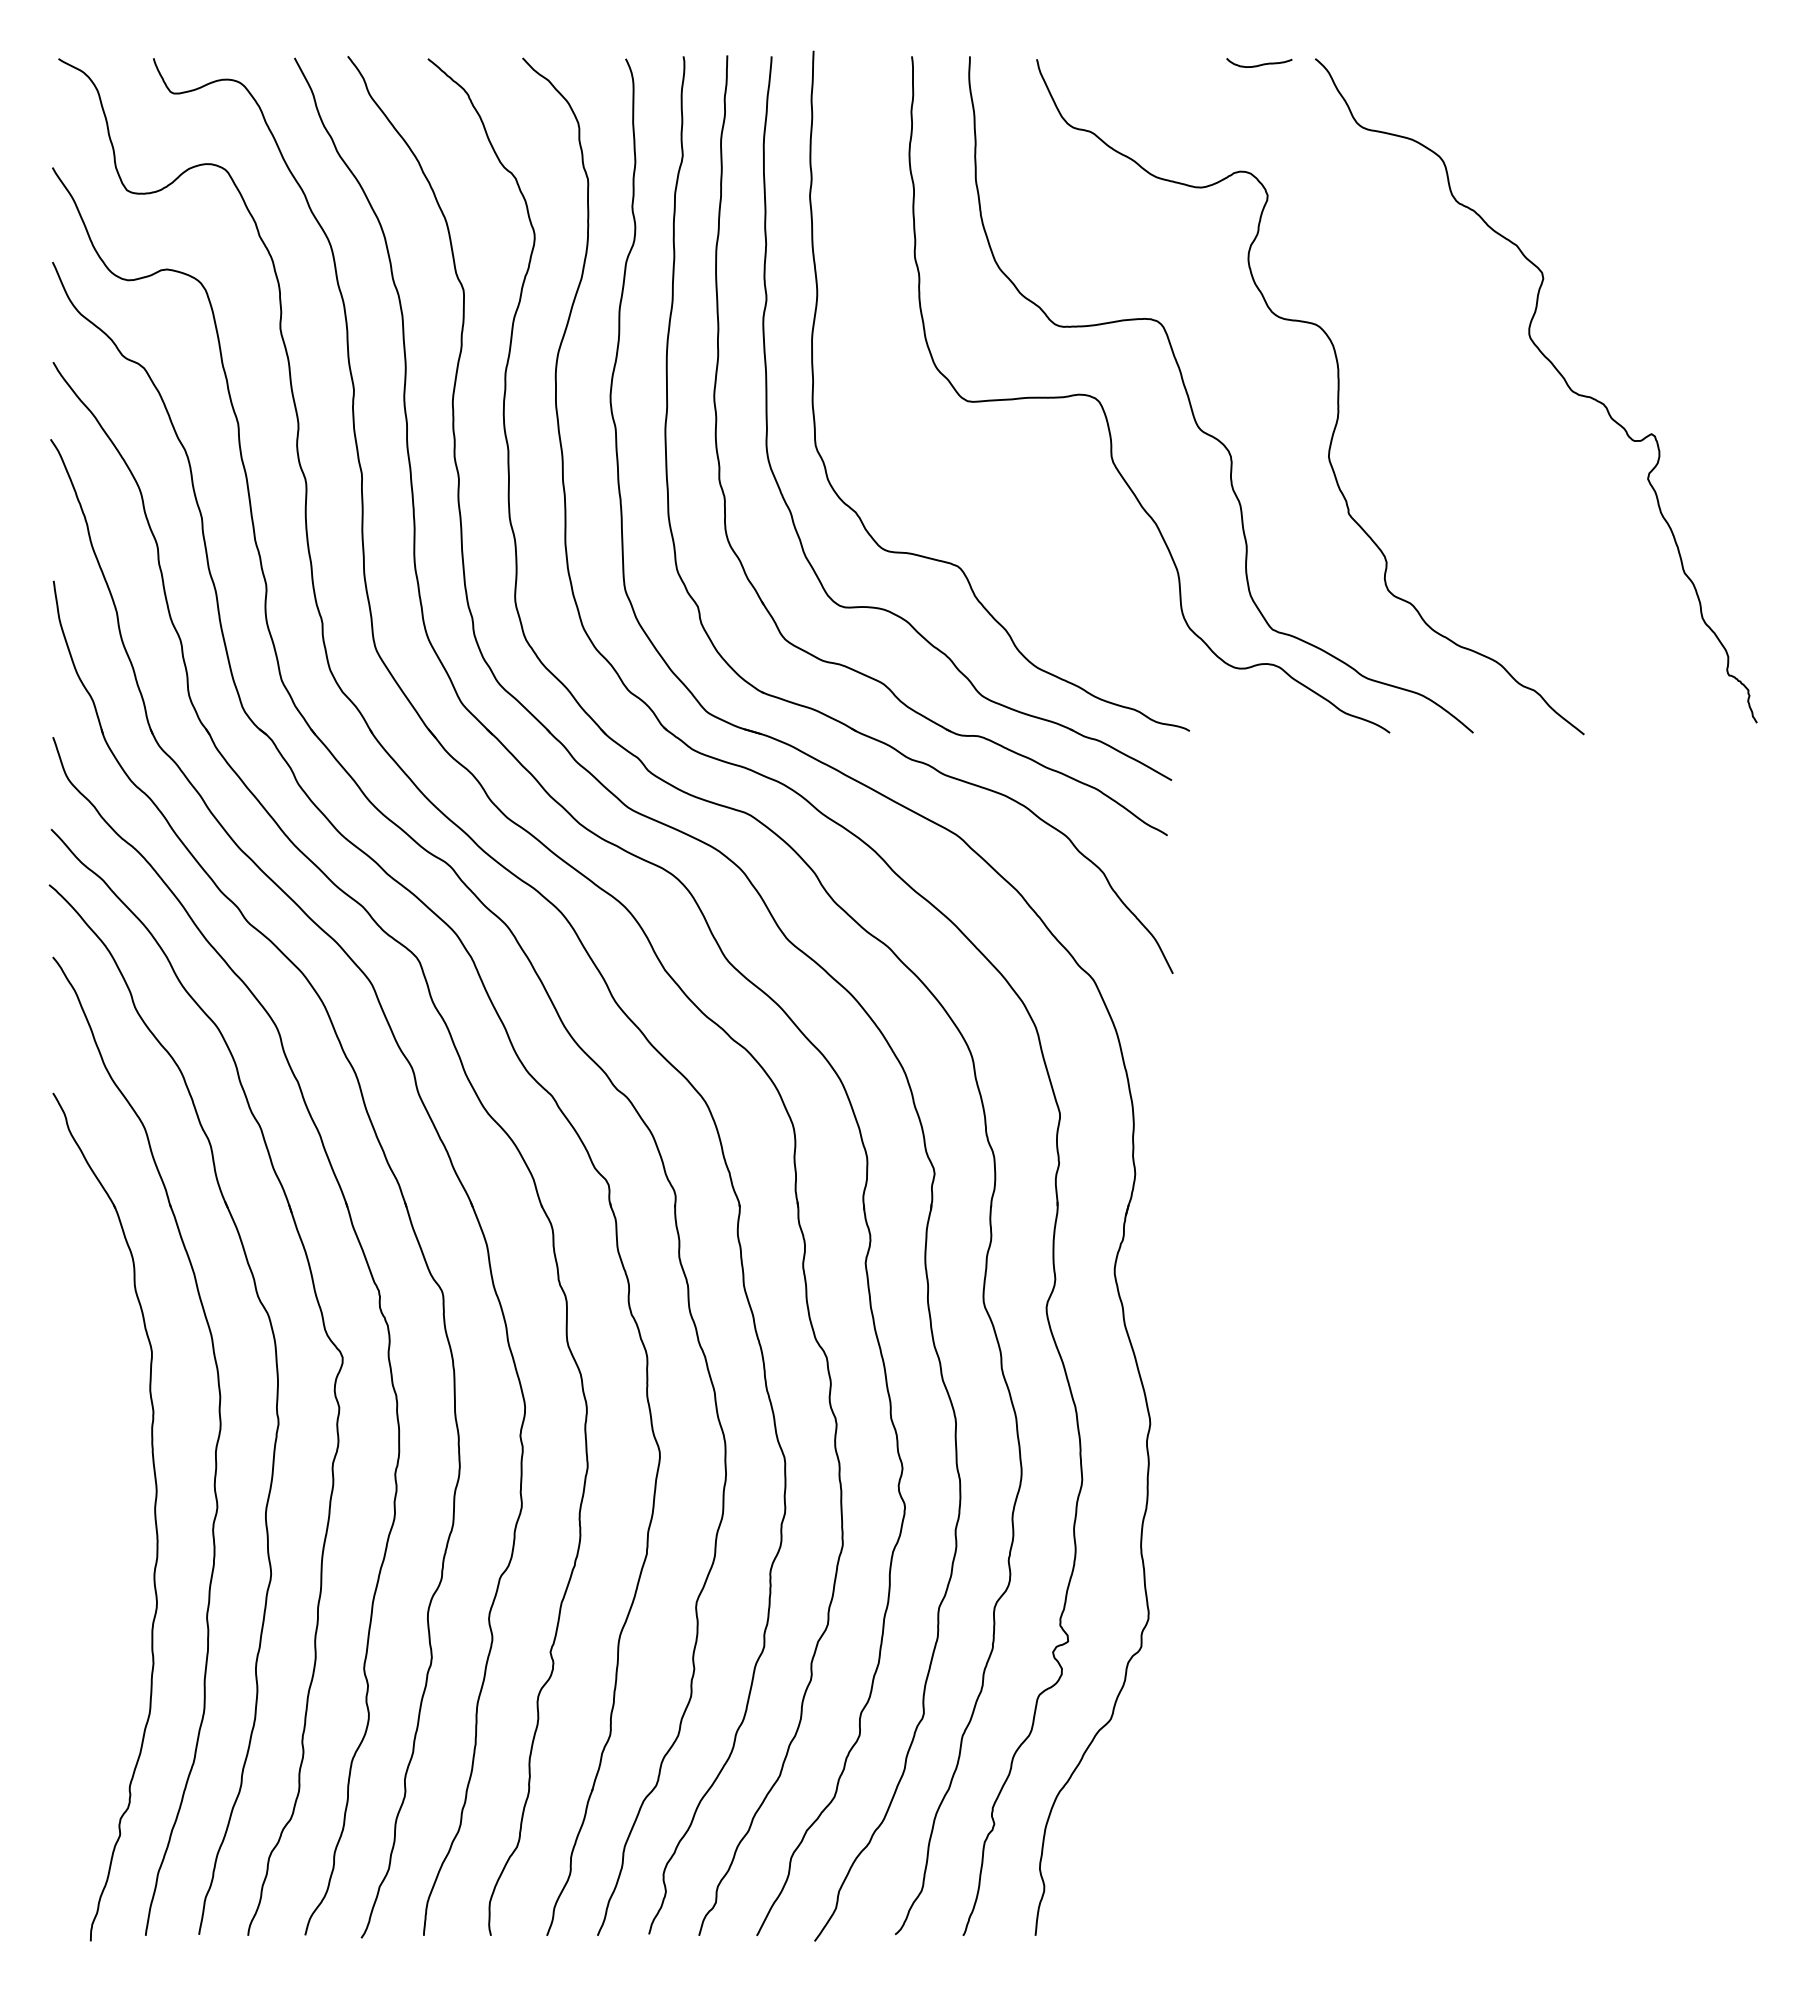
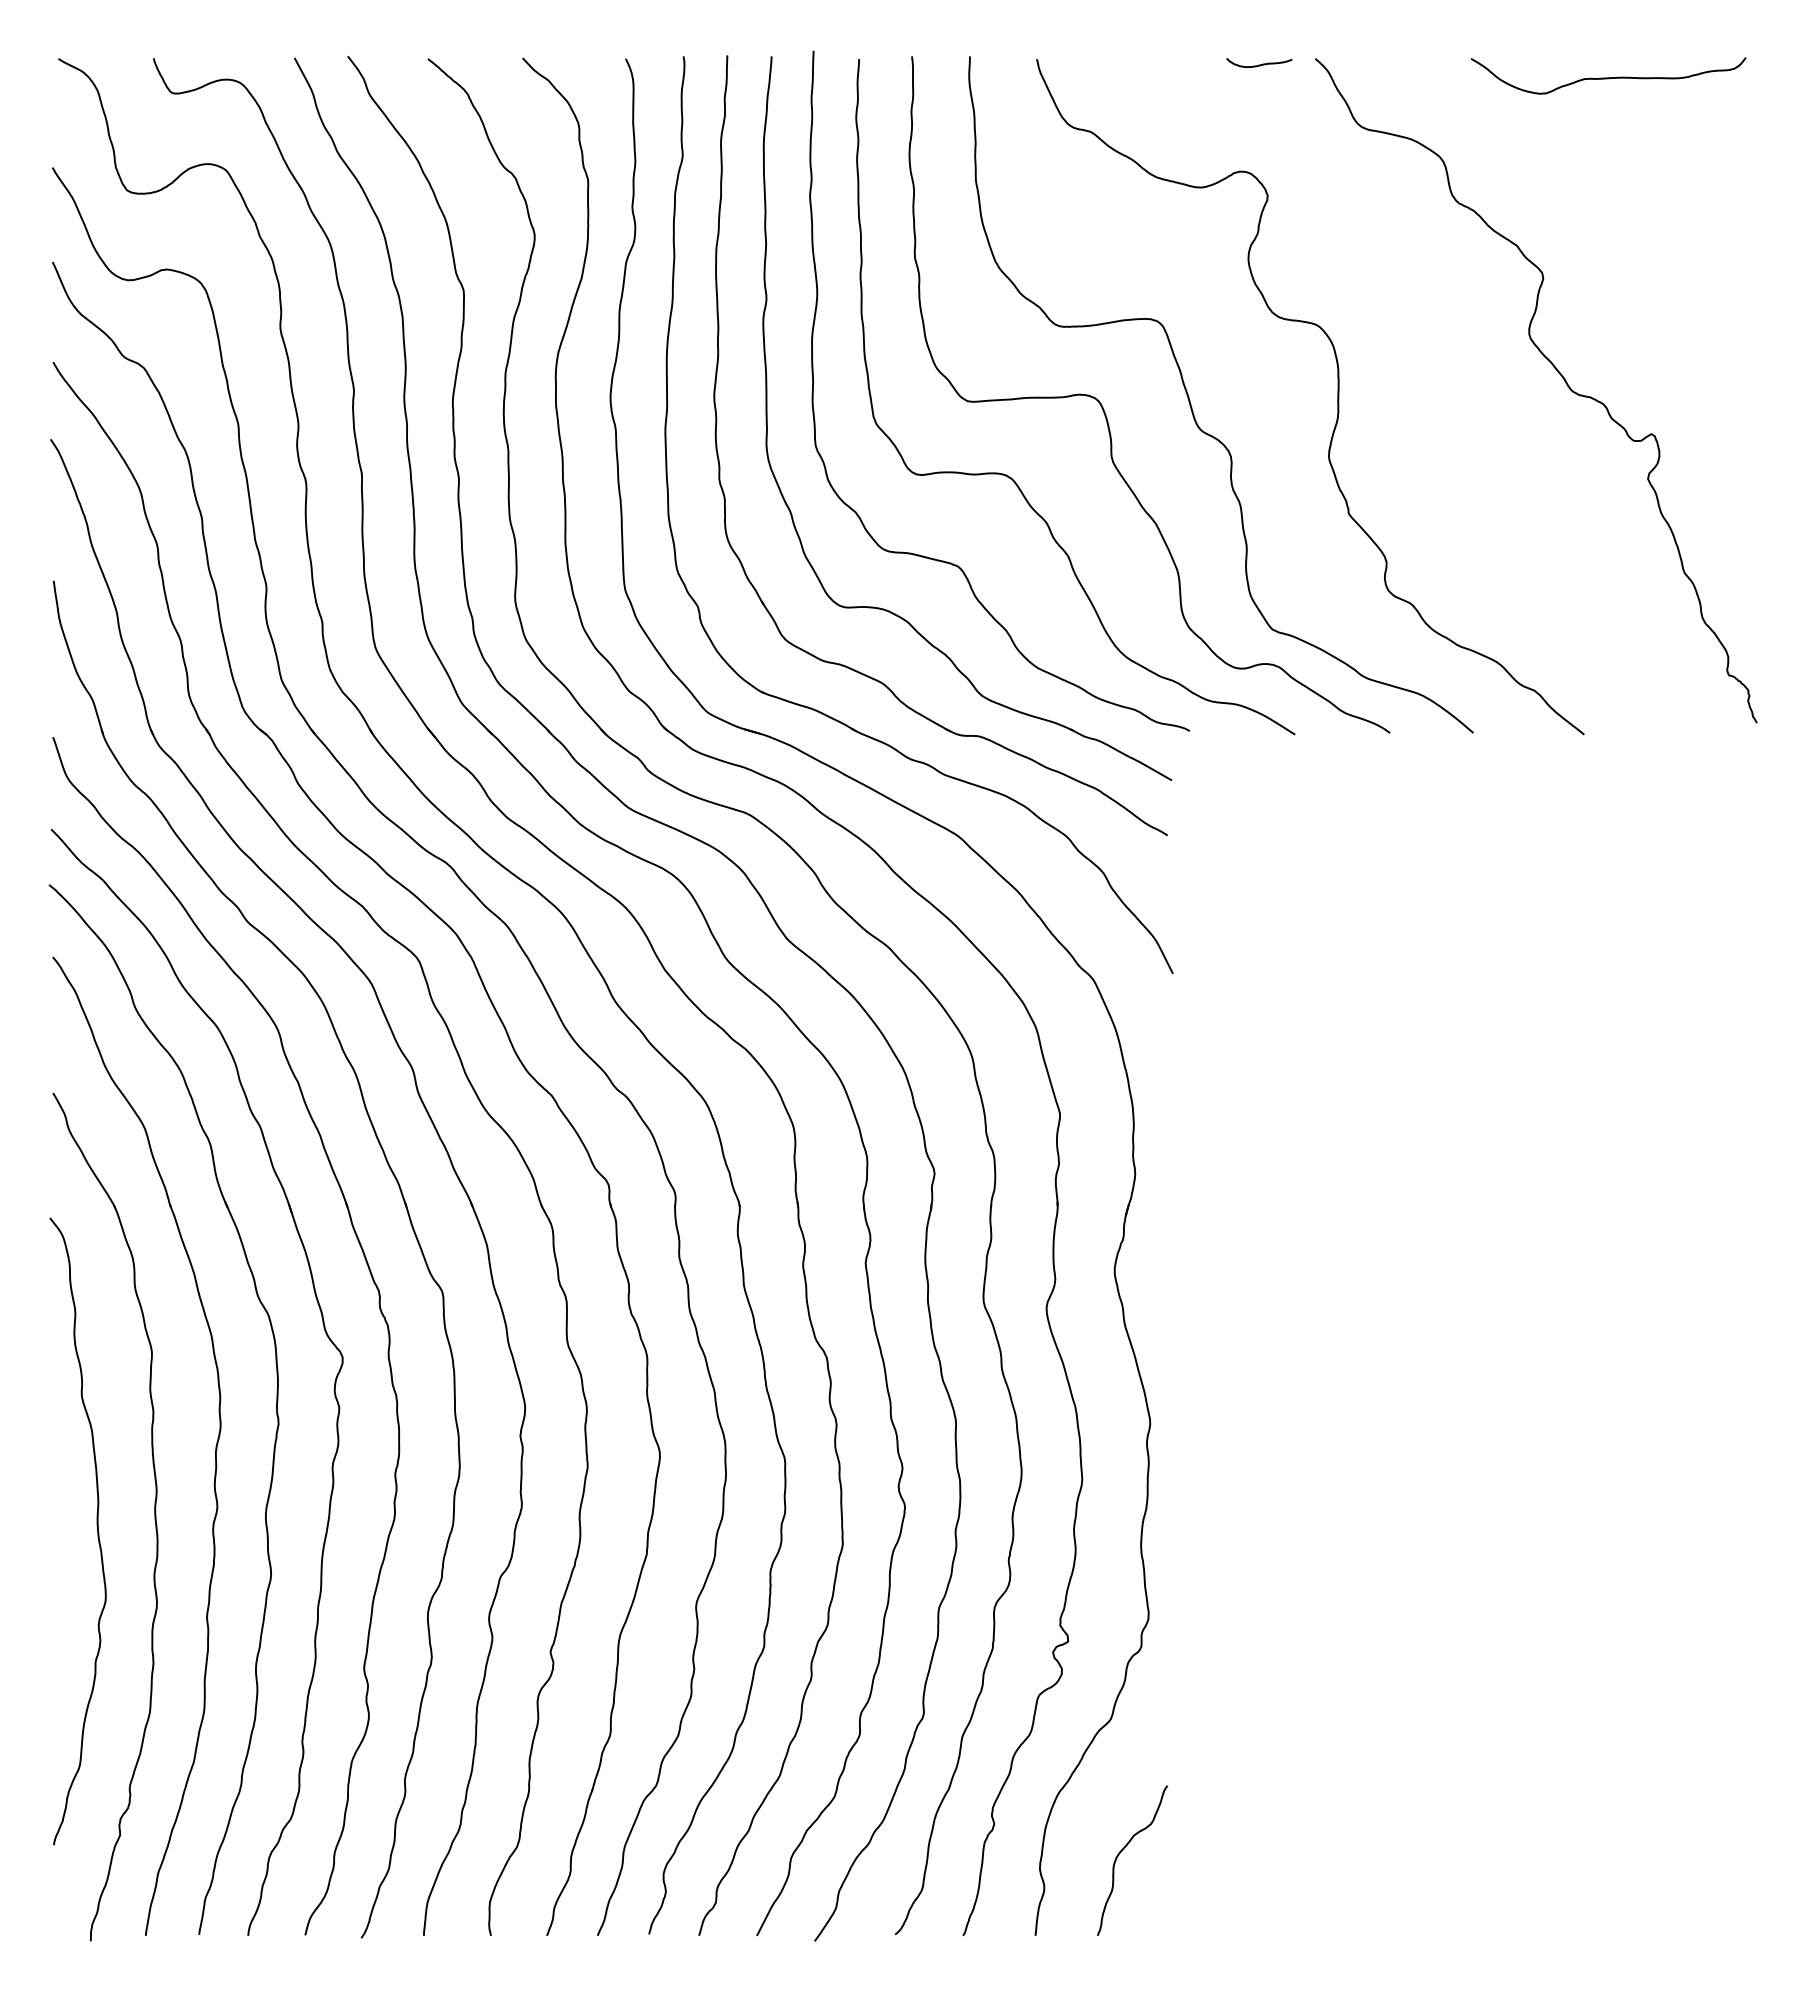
curve at (1608, 77): none -> present
curve at (1011, 477): none -> present
curve at (96, 1526): none -> present
curve at (1123, 1850): none -> present
